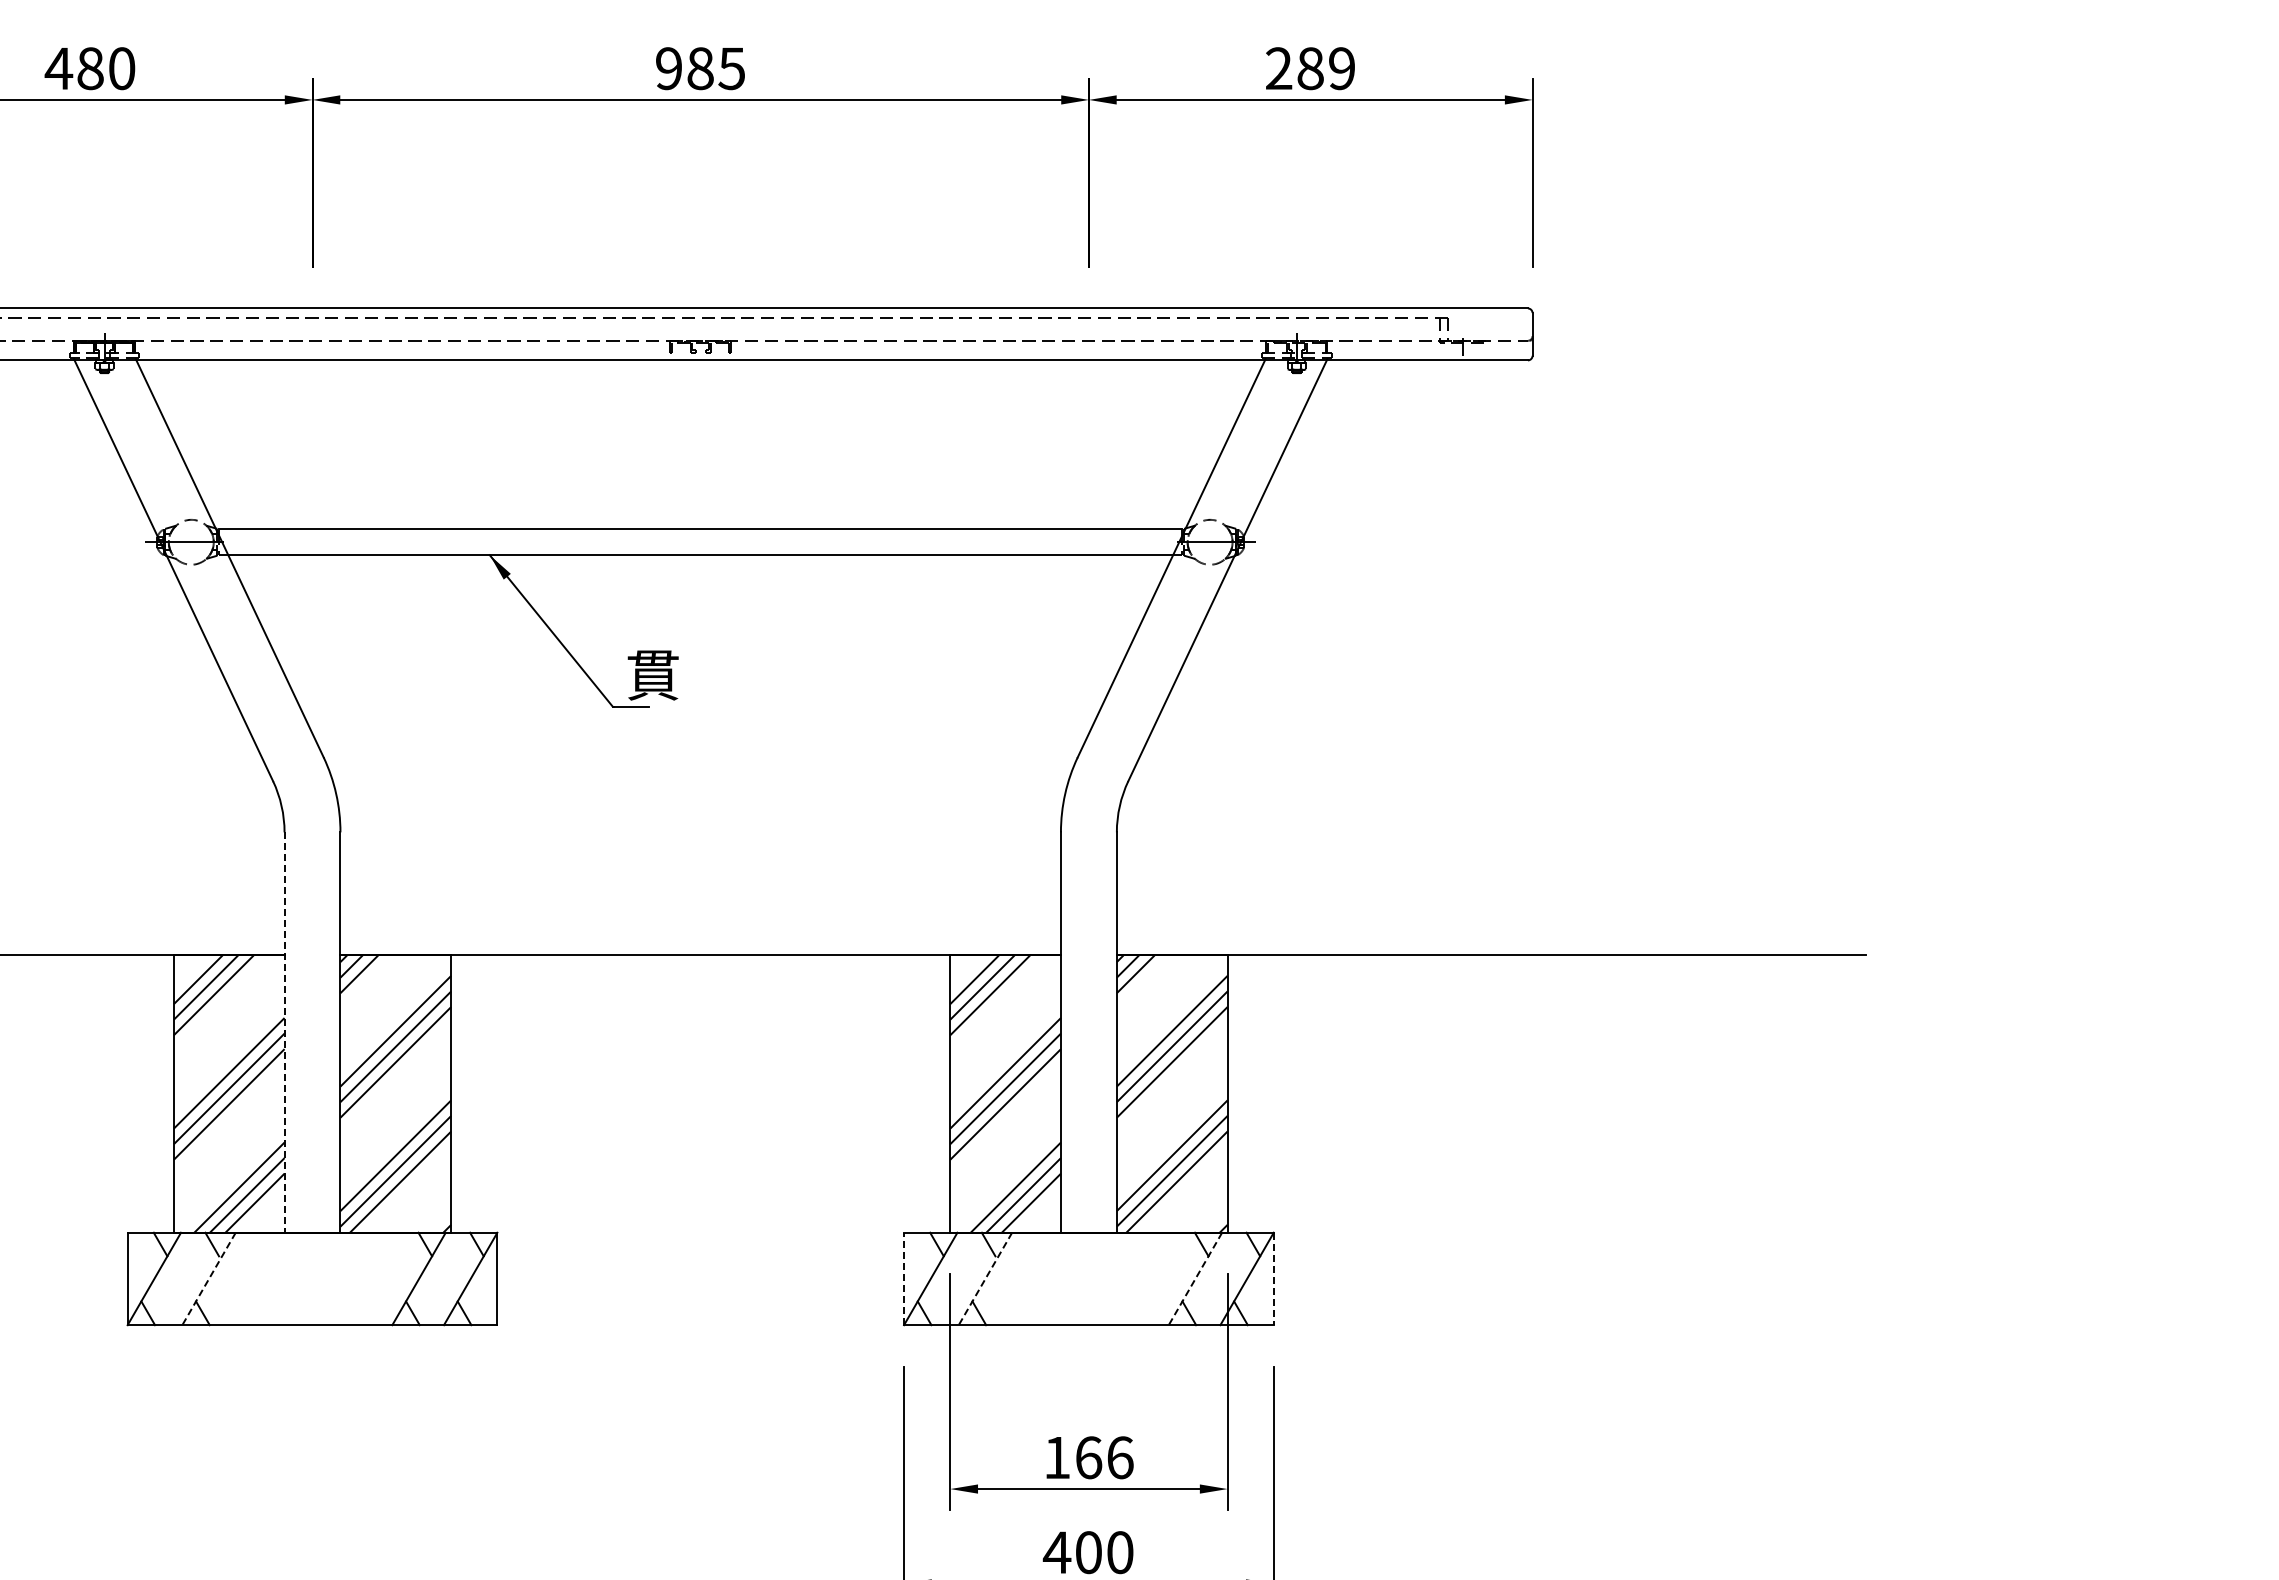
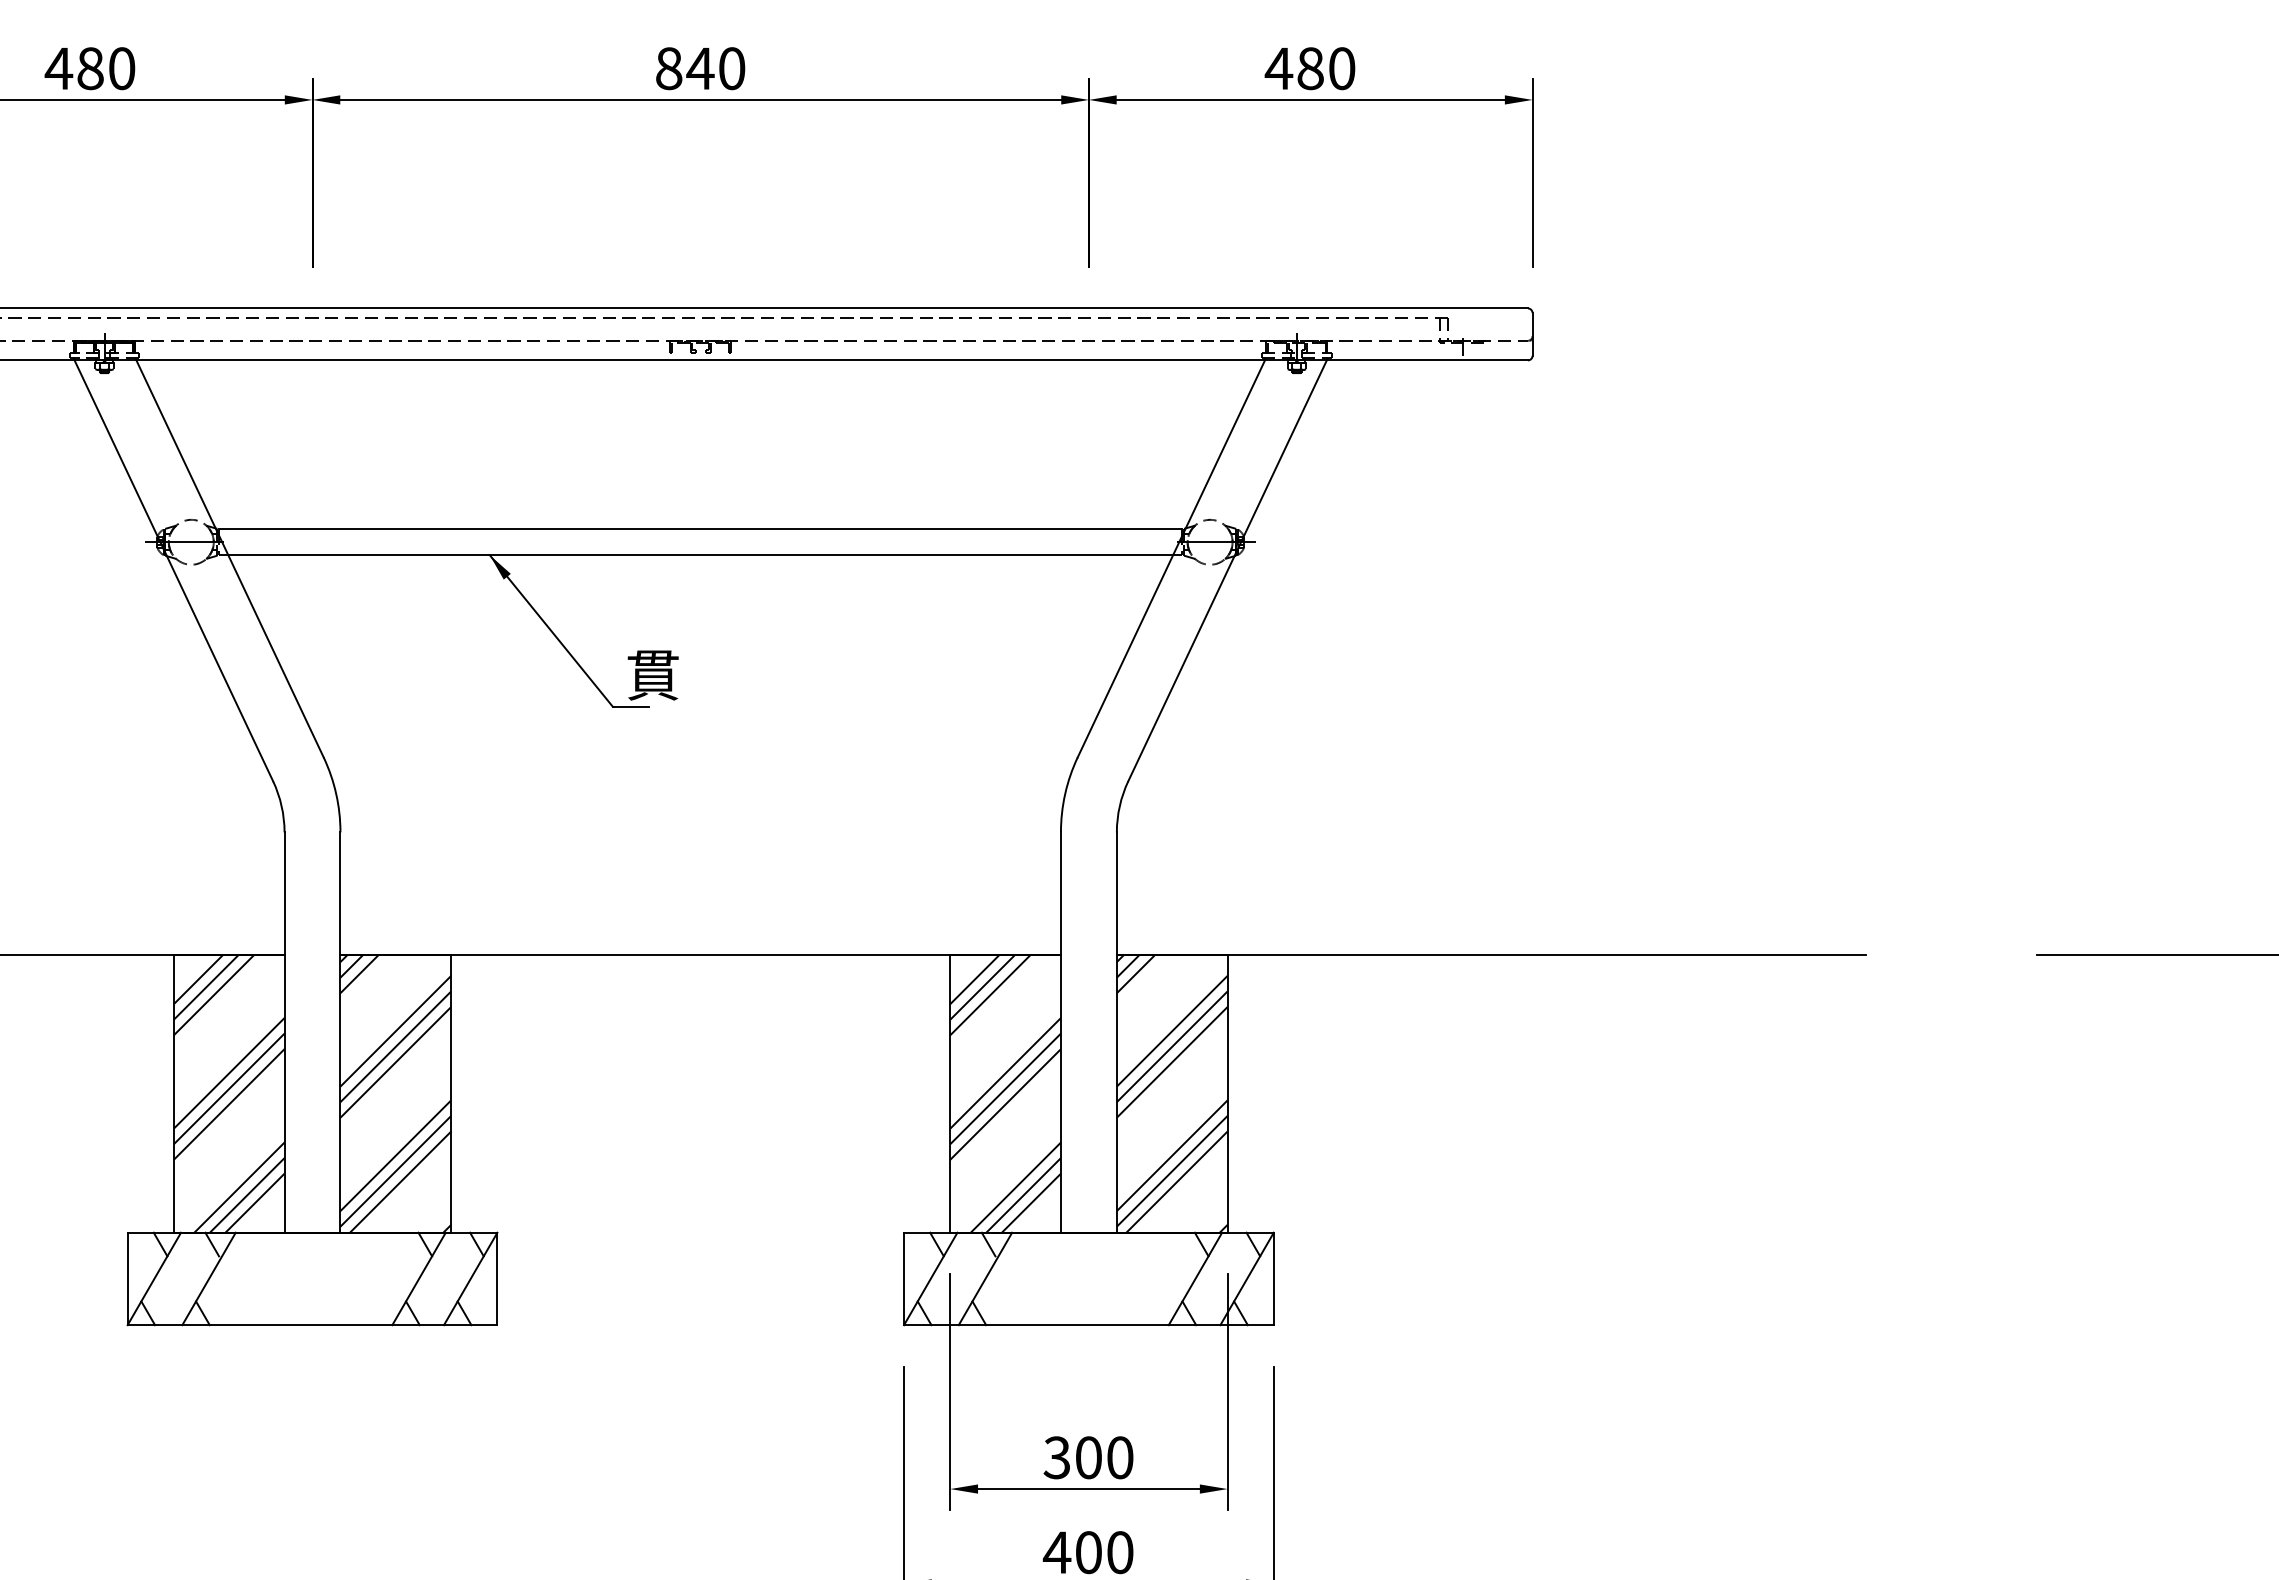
text at (700, 68): 985 -> 840
text at (1309, 68): 289 -> 480
line at (2155, 955): none -> present
line at (284, 1033): dashed -> solid
line at (904, 1278): dashed -> solid
line at (208, 1279): dashed -> solid
line at (985, 1279): dashed -> solid
line at (1195, 1279): dashed -> solid
line at (1273, 1279): dashed -> solid
text at (1088, 1457): 166 -> 300
